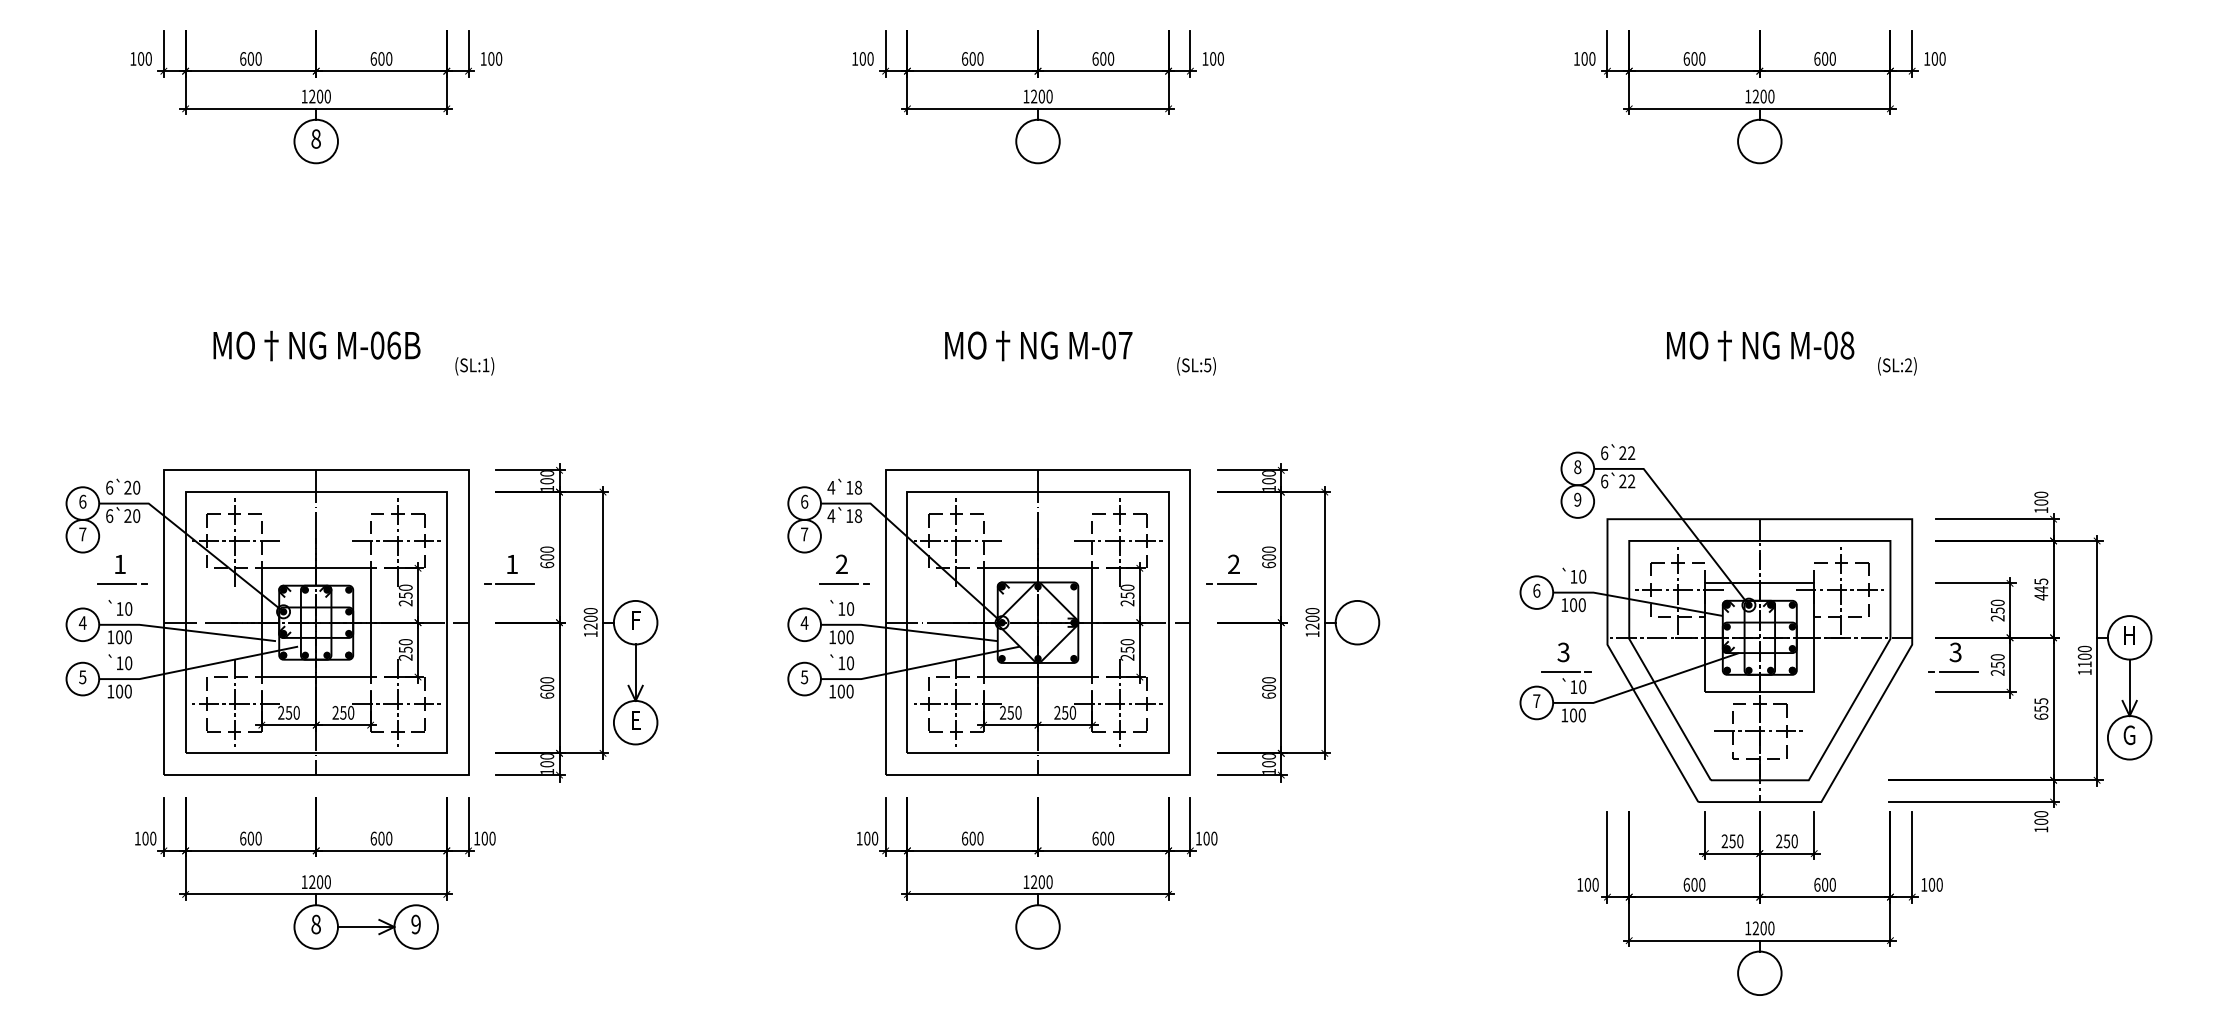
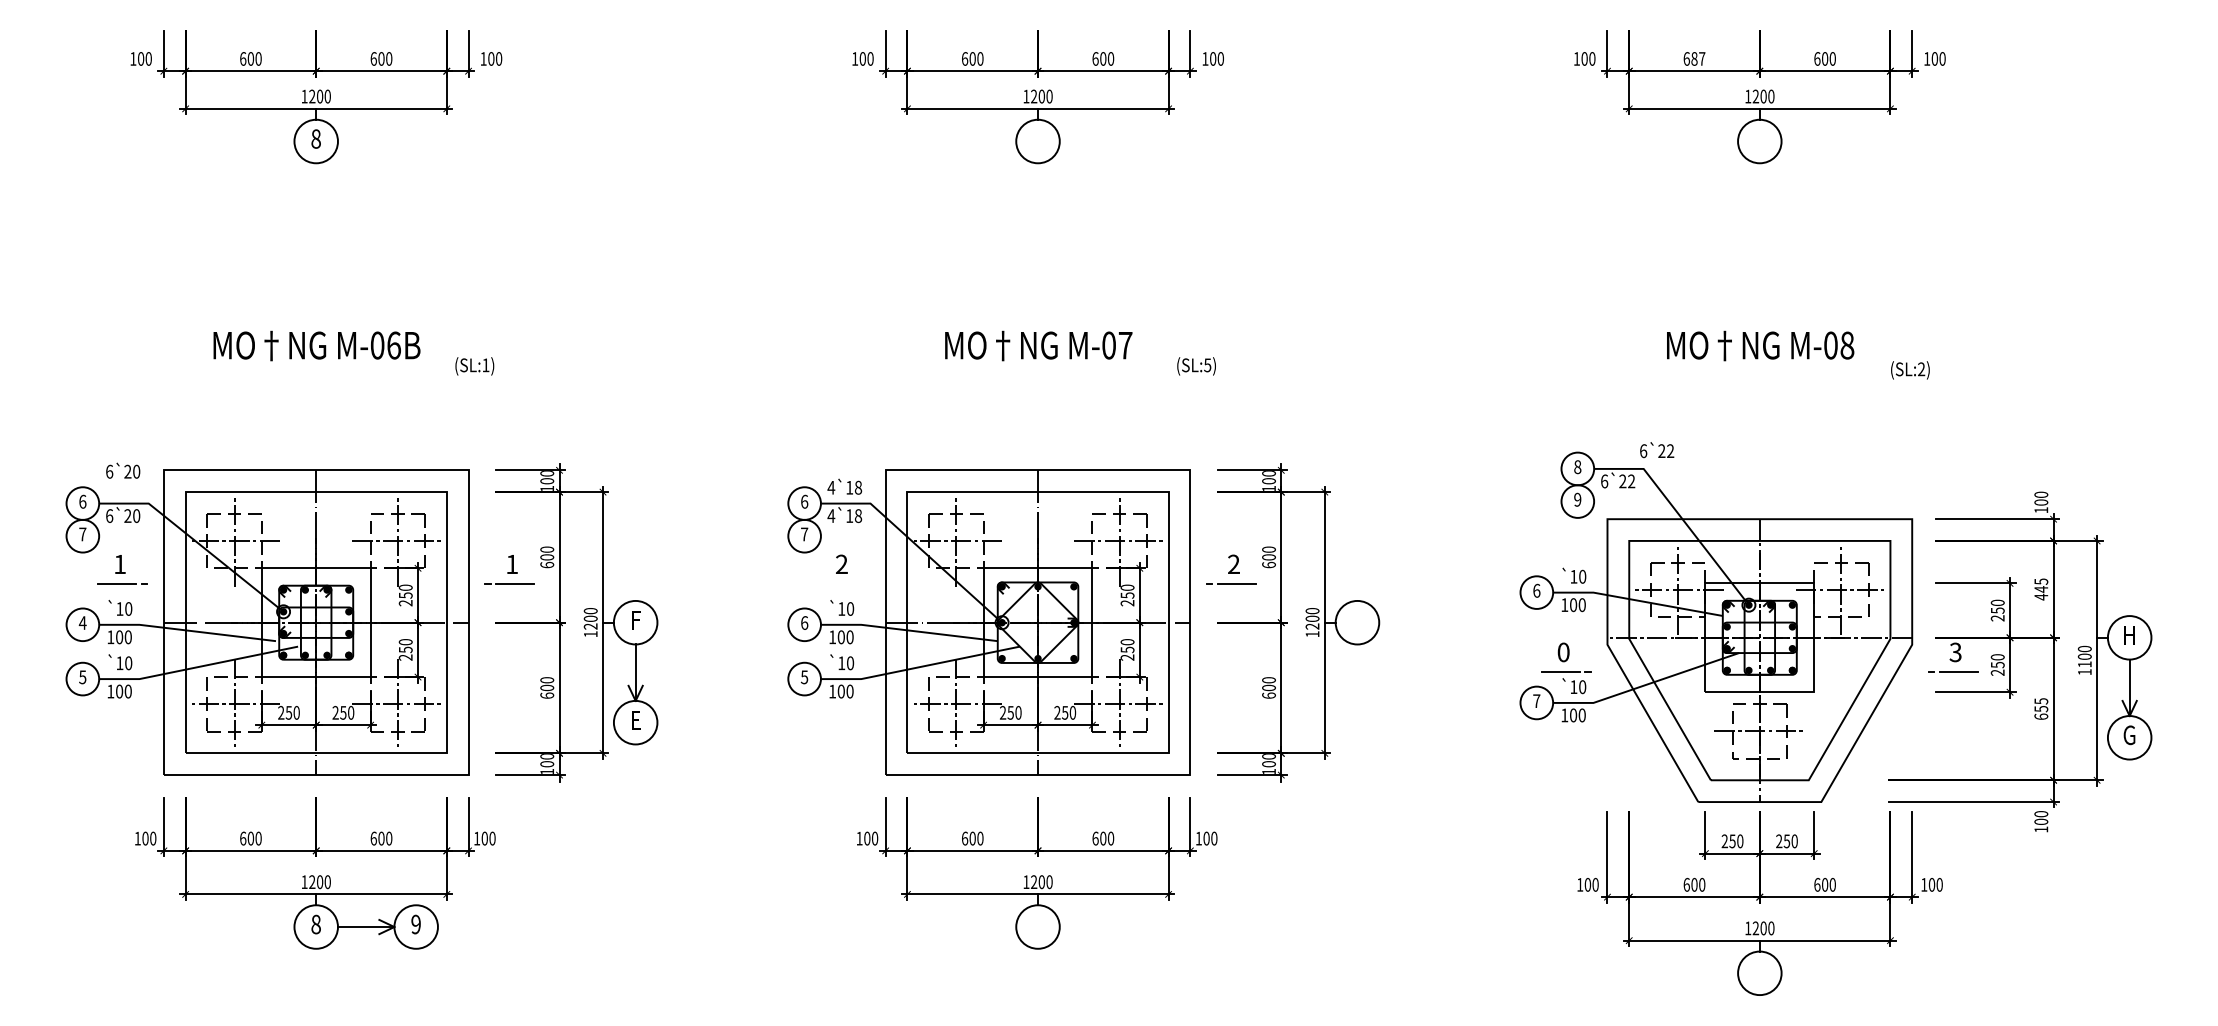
text at (1698, 58): 600 -> 687
text at (1897, 366) position: (1897, 366) -> (1910, 370)
text at (1618, 452) position: (1618, 452) -> (1657, 450)
text at (123, 486) position: (123, 486) -> (123, 470)
line at (844, 583): present -> none
text at (804, 622): 4 -> 6
text at (1563, 652): 3 -> 0
